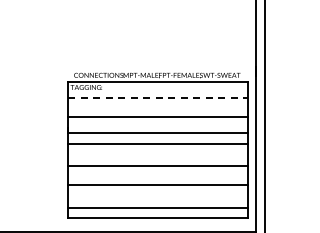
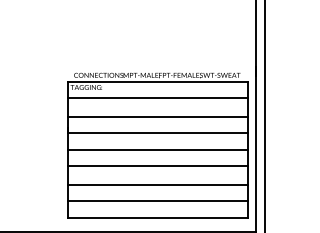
line at (157, 98): dashed -> solid
line at (157, 143) position: (157, 143) -> (157, 149)
line at (157, 208) position: (157, 208) -> (157, 201)
